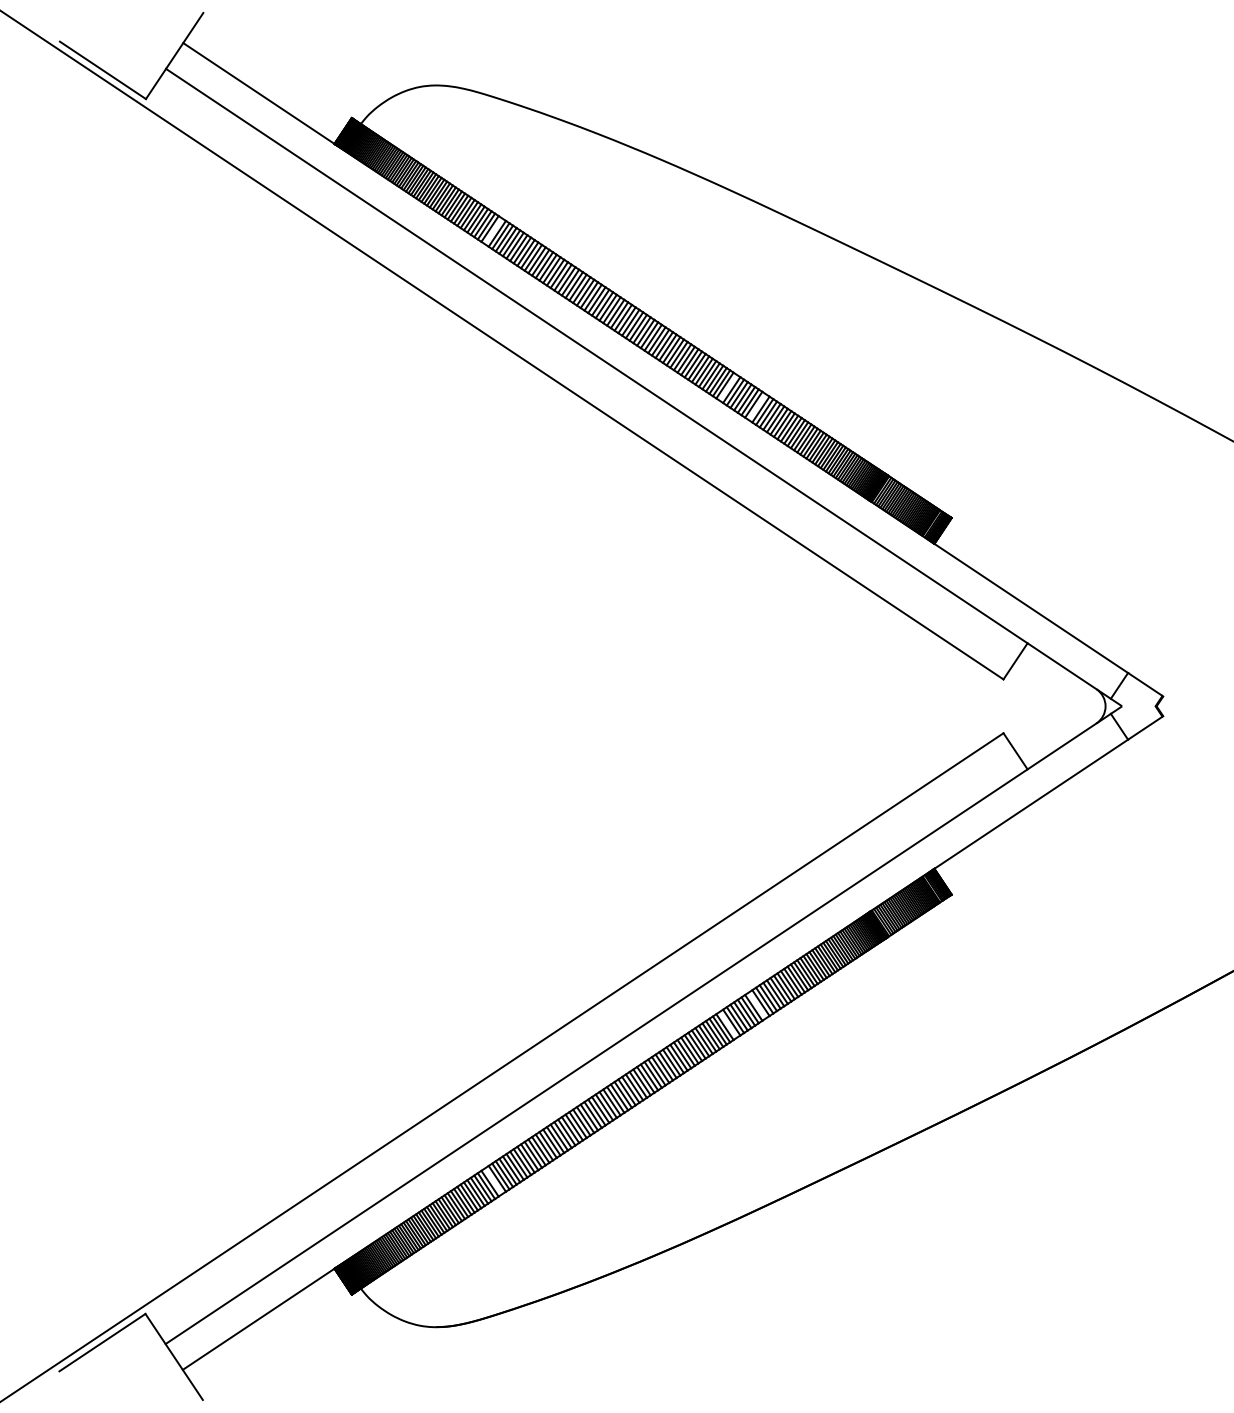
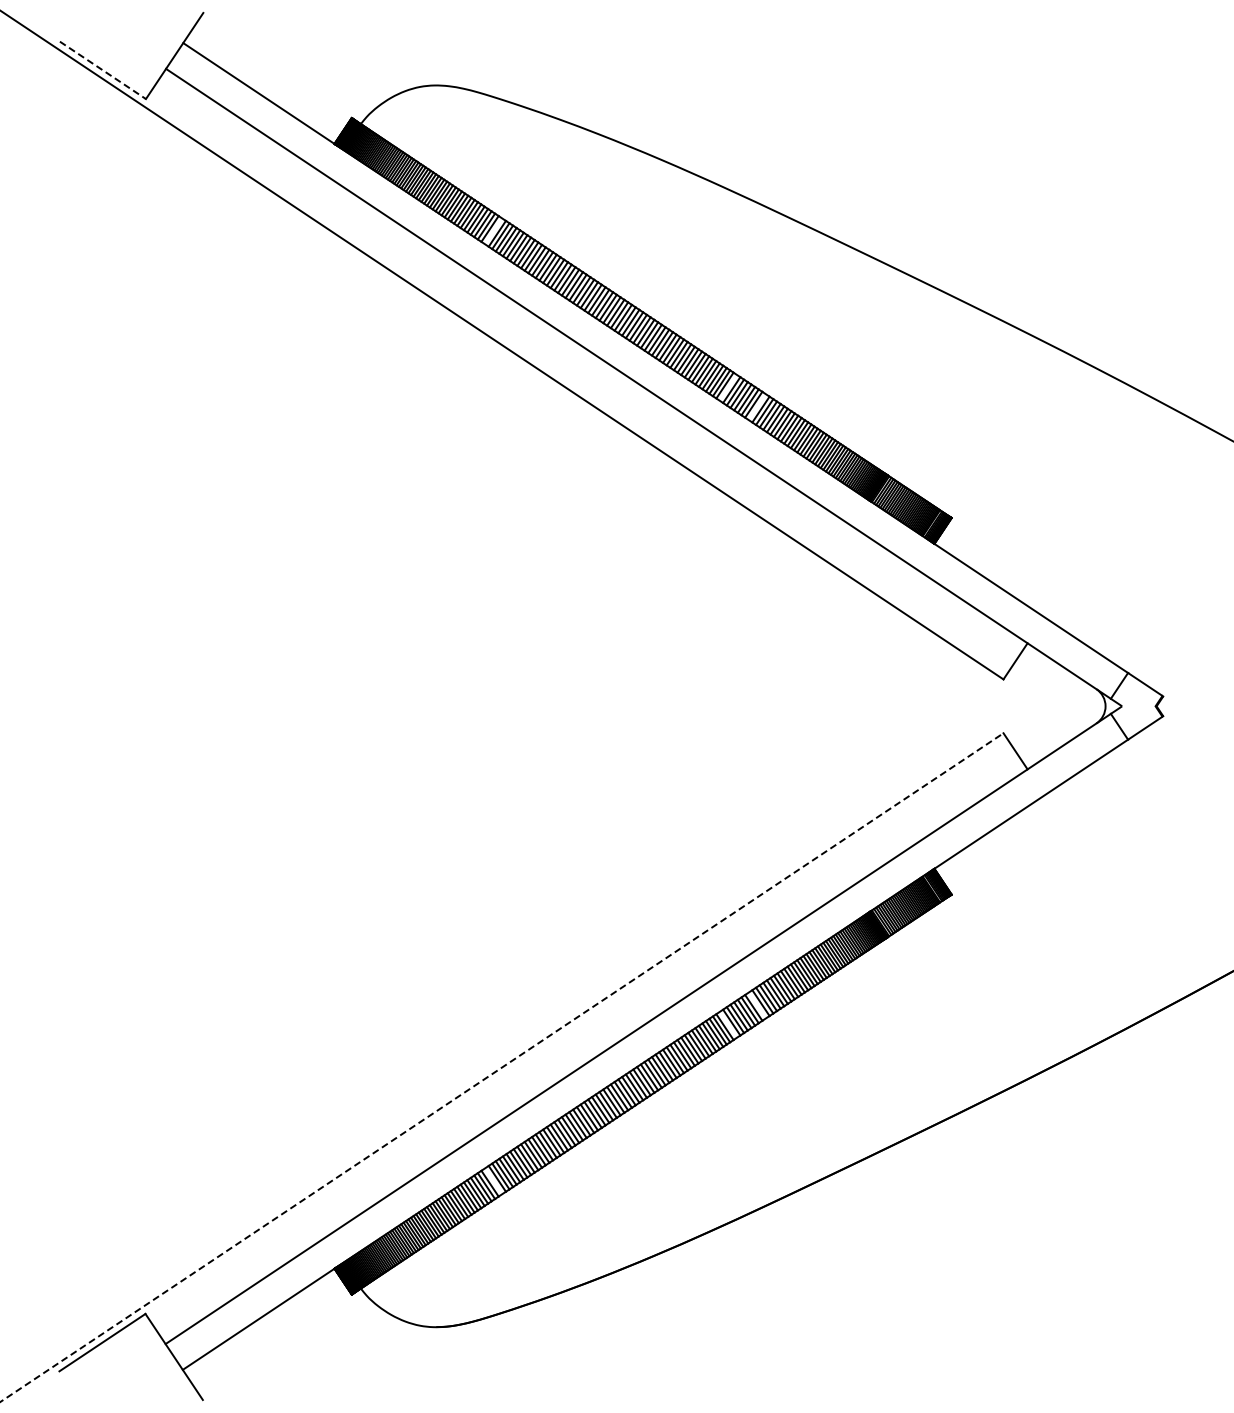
line at (102, 70): solid -> dashed
line at (501, 1067): solid -> dashed
